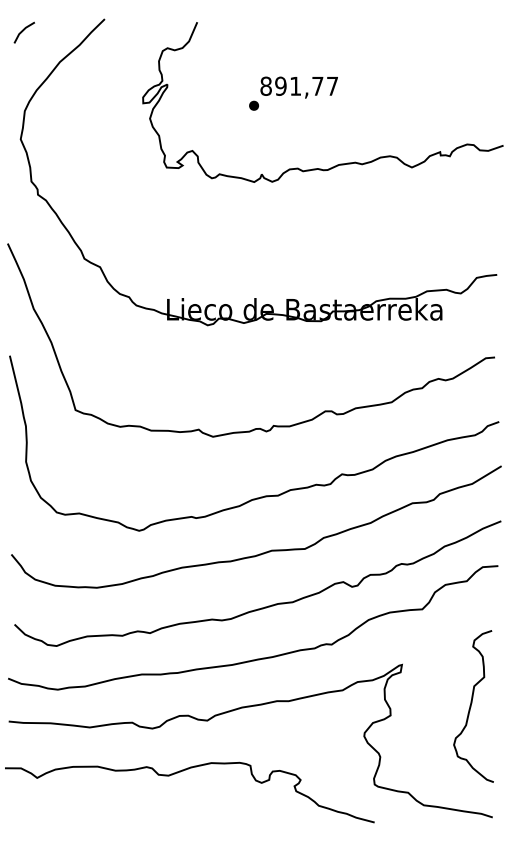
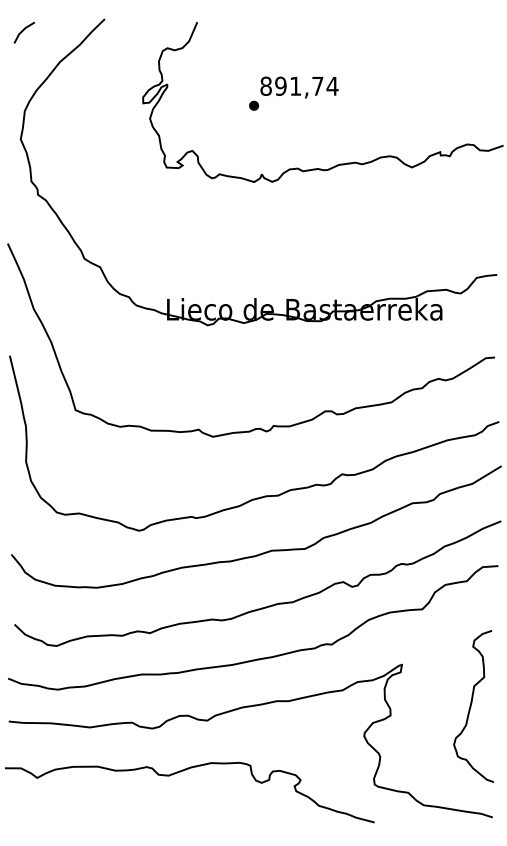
text at (332, 86): 891,77 -> 891,74
